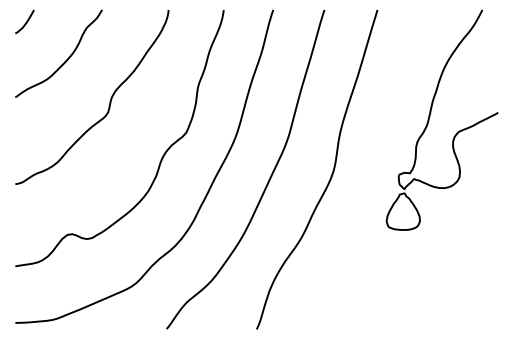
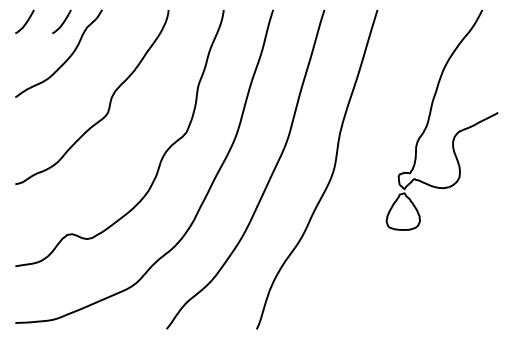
curve at (62, 22): none -> present
